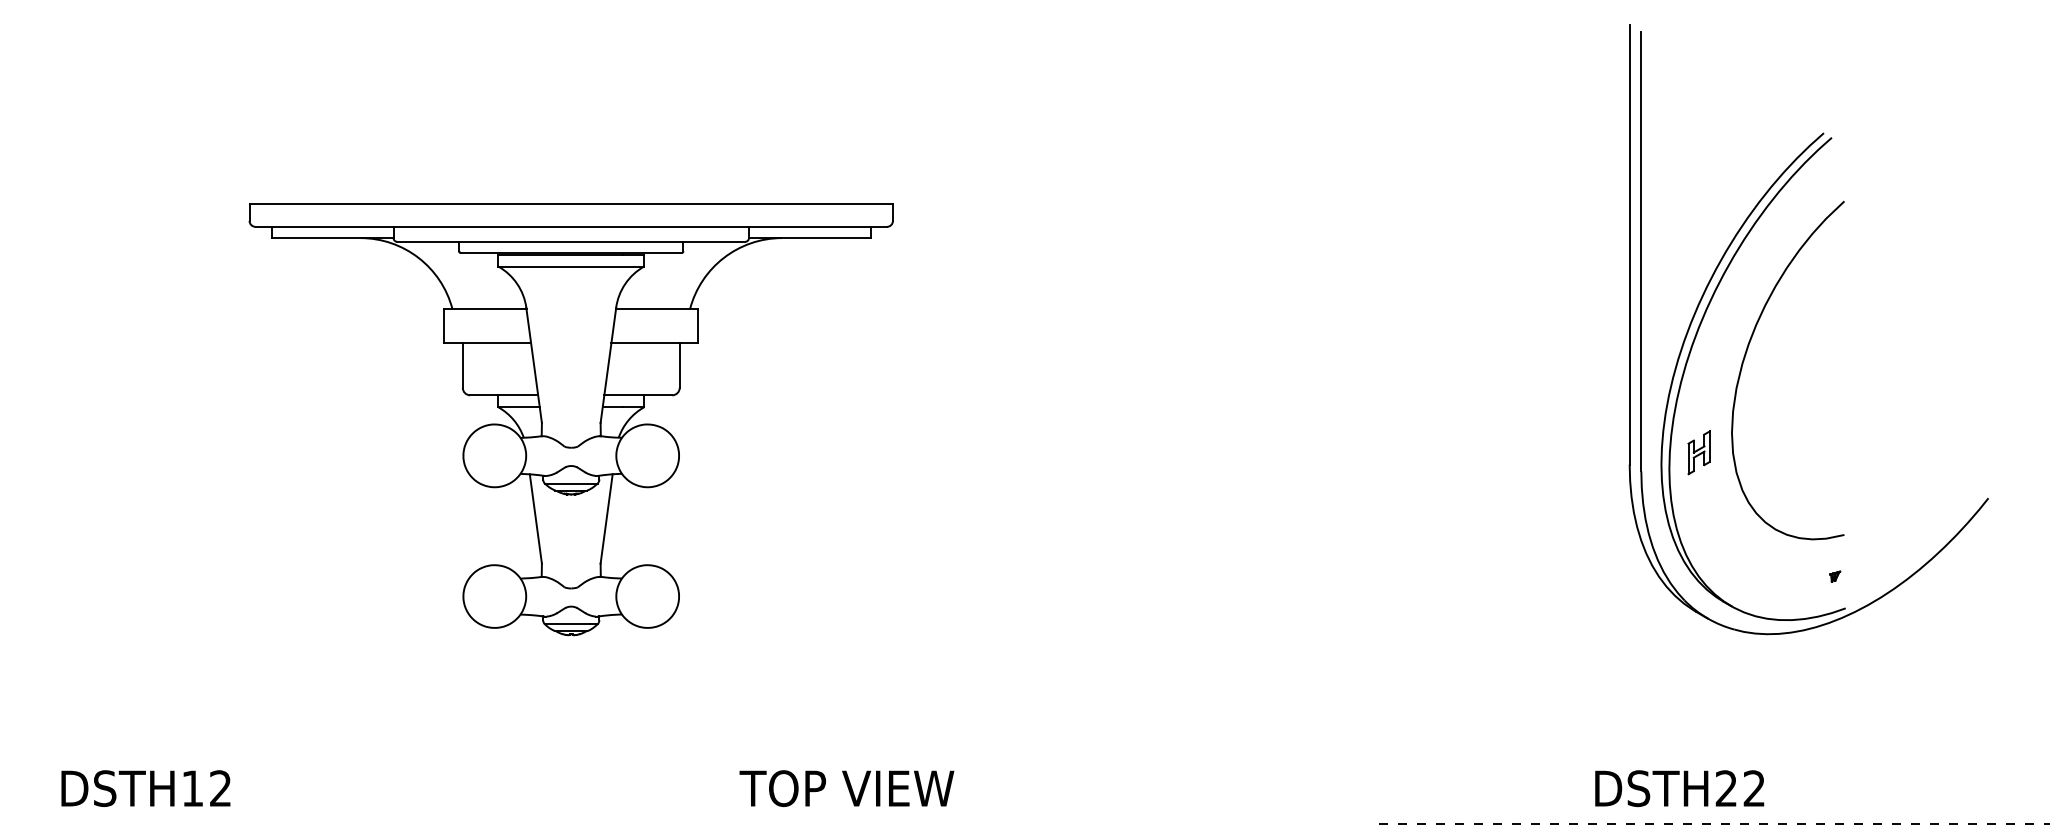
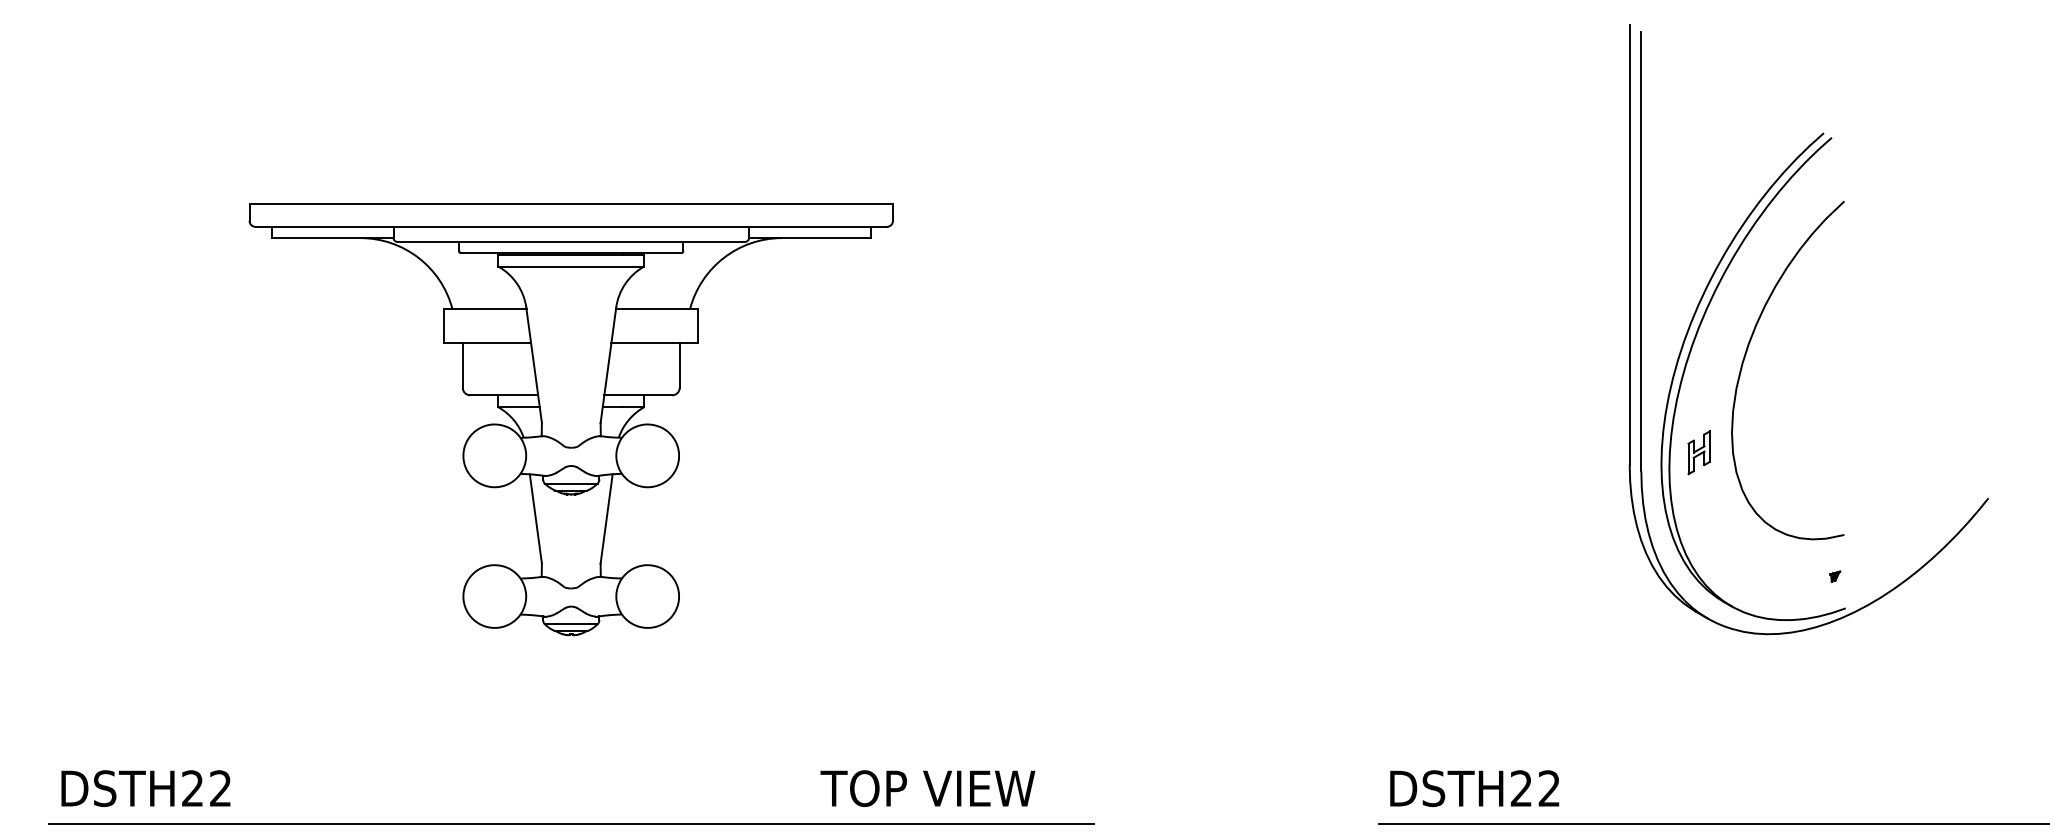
text at (192, 788): DSTH12 -> DSTH22
text at (846, 788) position: (846, 788) -> (927, 788)
text at (1679, 788) position: (1679, 788) -> (1474, 788)
line at (570, 824): none -> present
line at (1714, 824): dashed -> solid
